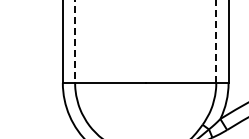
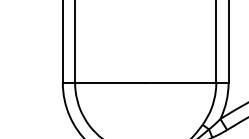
line at (216, 41): dashed -> solid
line at (75, 42): dashed -> solid
